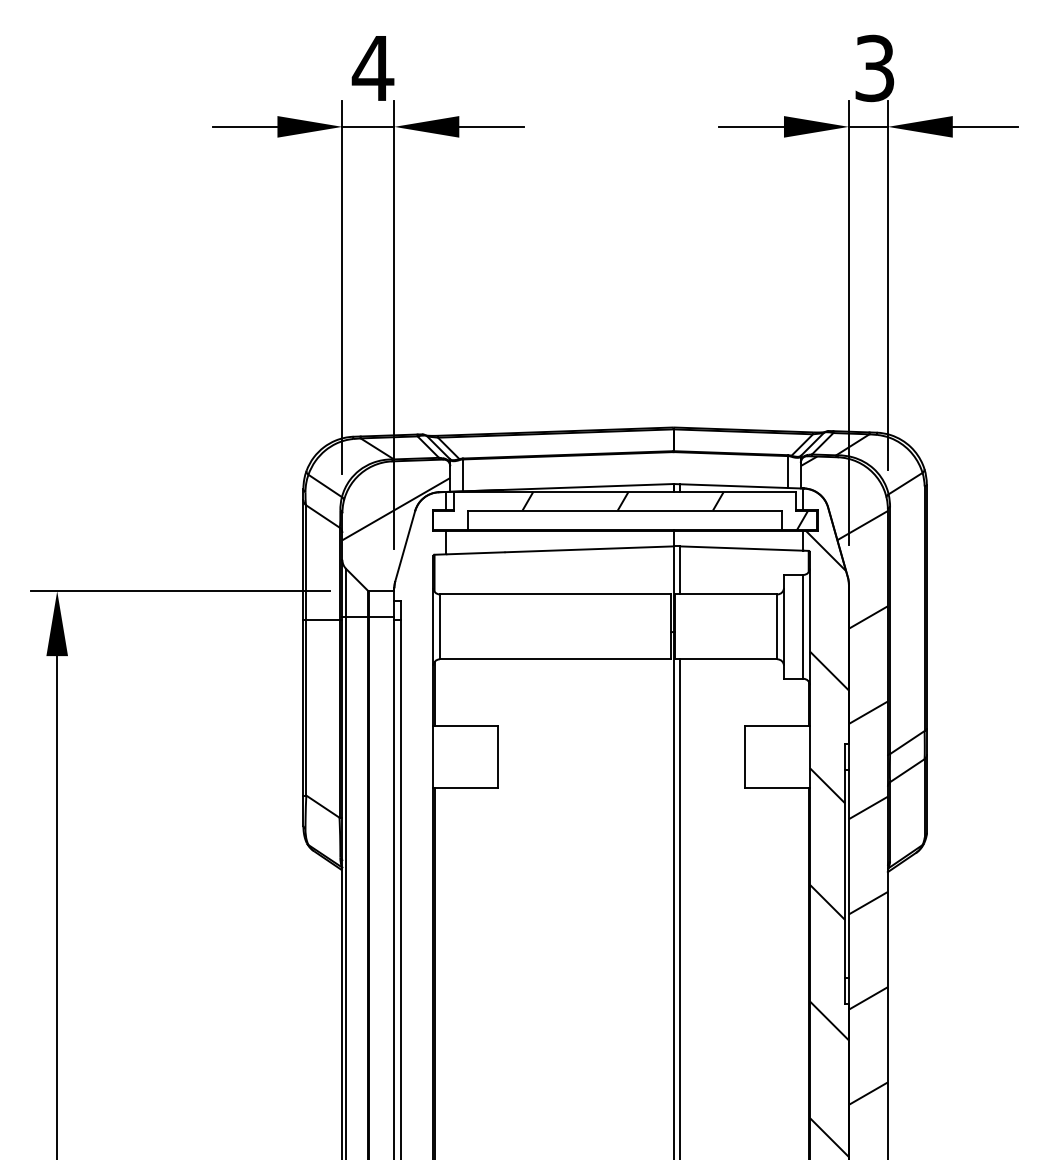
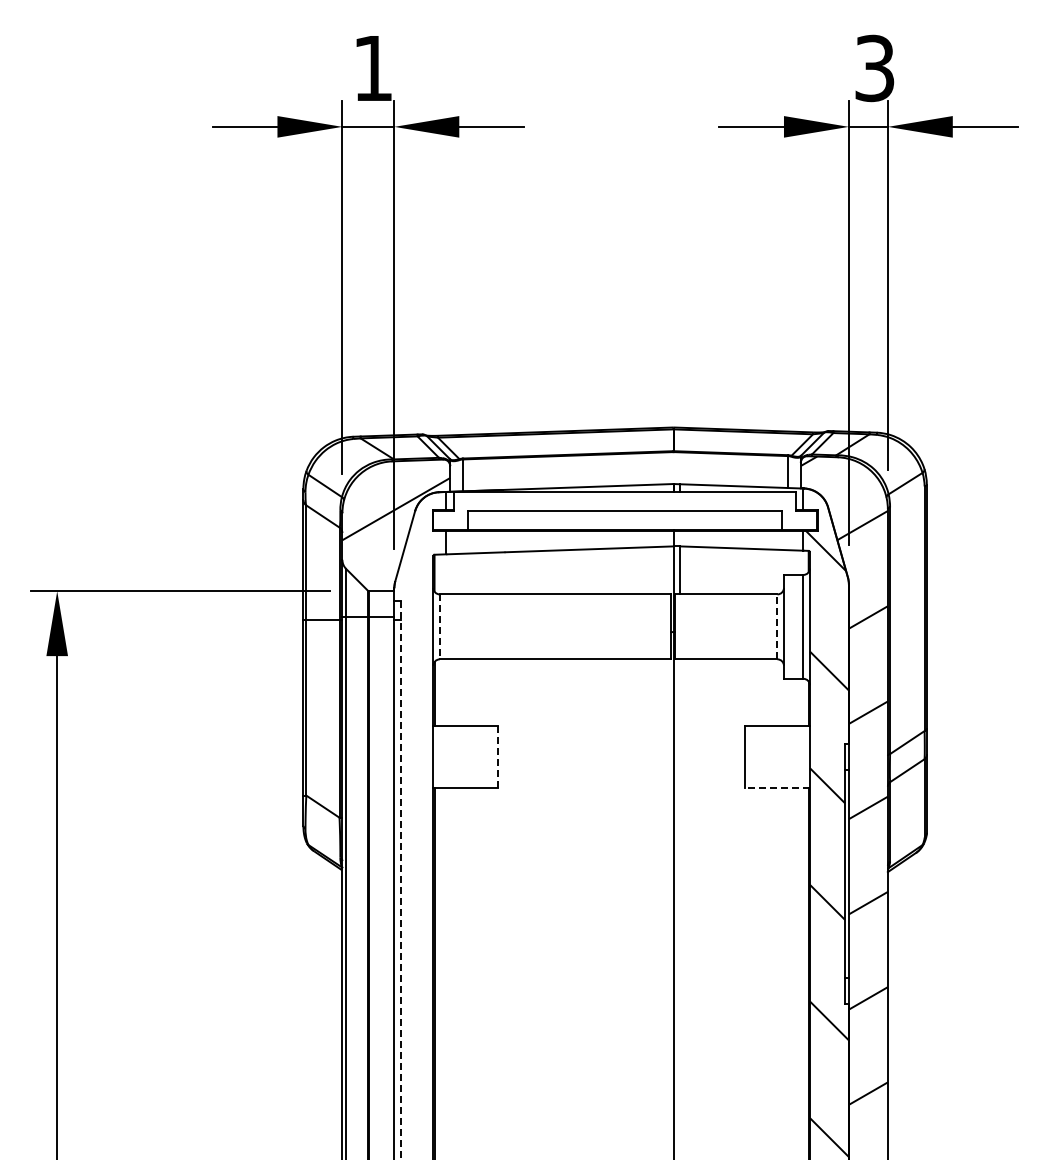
text at (372, 68): 4 -> 1
hatch at (665, 510): present -> none
line at (777, 626): solid -> dashed
line at (439, 627): solid -> dashed
line at (498, 757): solid -> dashed
line at (776, 787): solid -> dashed
line at (400, 880): solid -> dashed
line at (680, 907): present -> none
